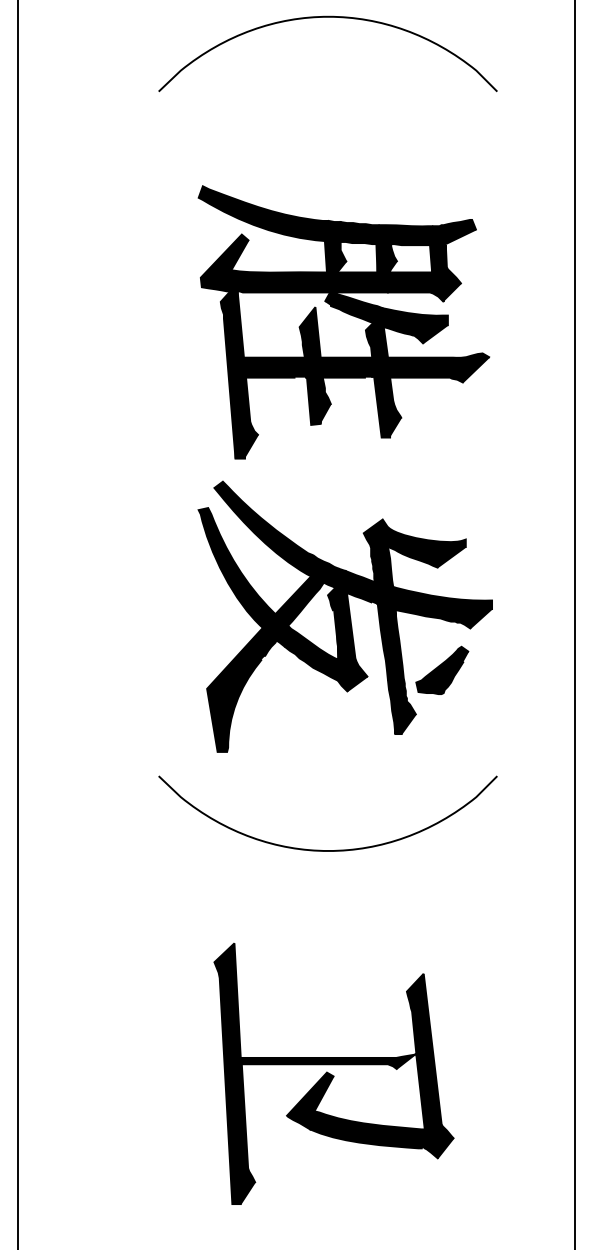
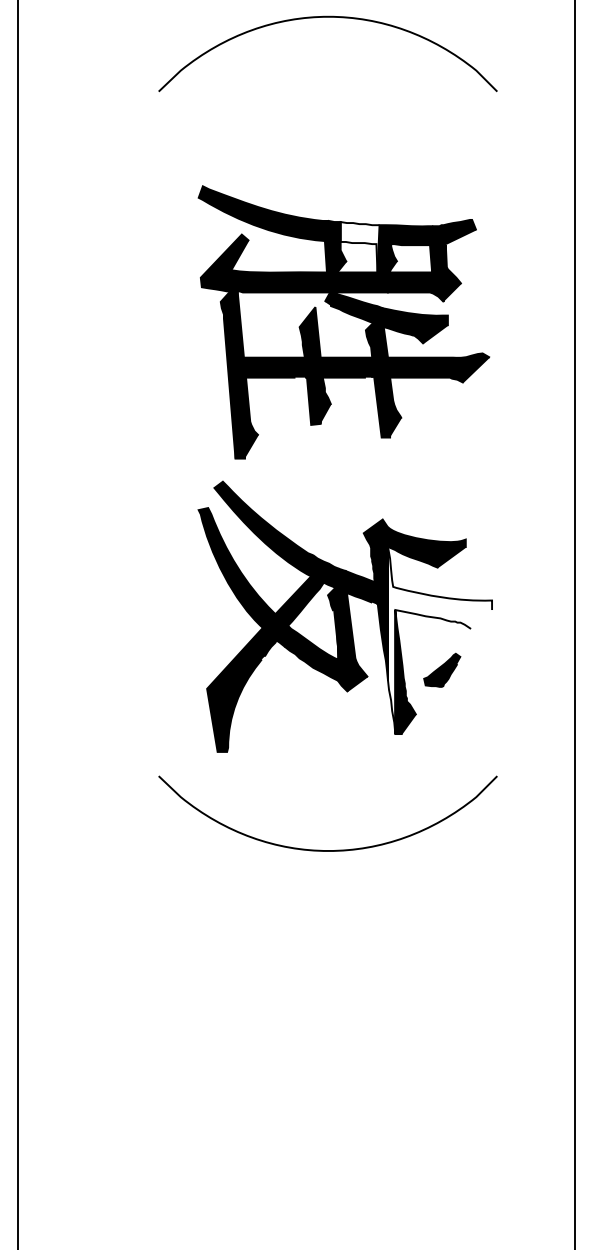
fill at (359, 247): present -> none
fill at (439, 640): present -> none
part at (442, 669) size: 55x50 px -> 39x36 px
part at (333, 1073): present -> none
